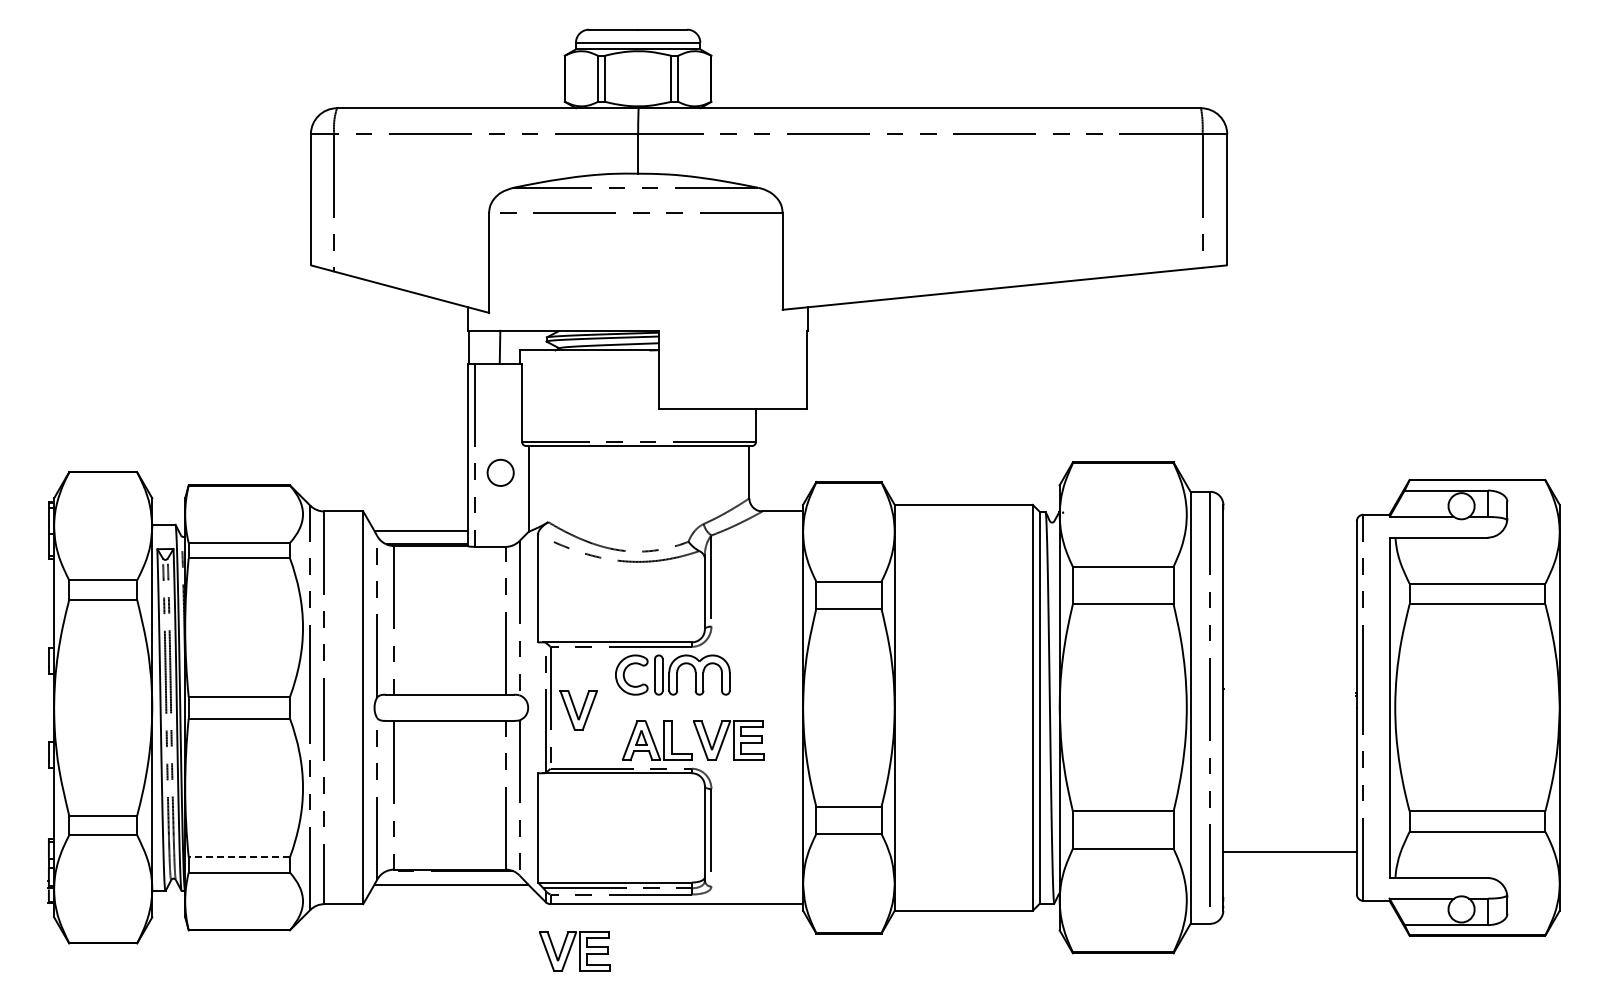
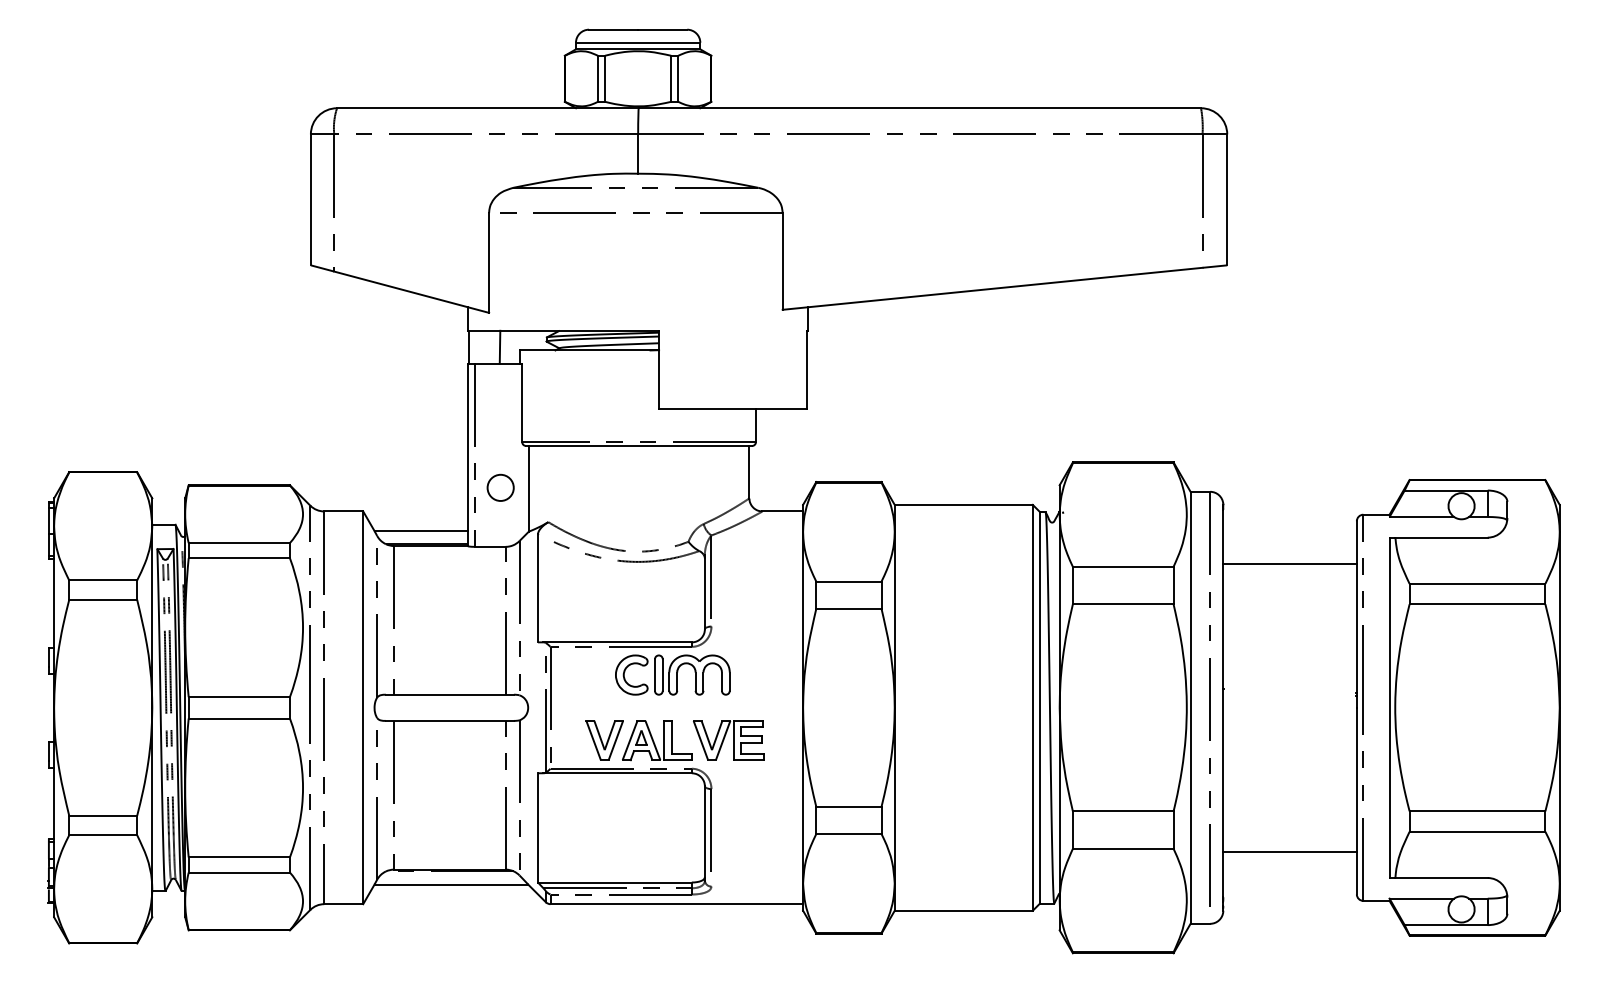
circle at (500, 472) position: (500, 472) -> (500, 487)
line at (1289, 563): none -> present
part at (578, 710) position: (578, 710) -> (604, 740)
line at (239, 857): dashed -> solid
part at (574, 951): present -> none
